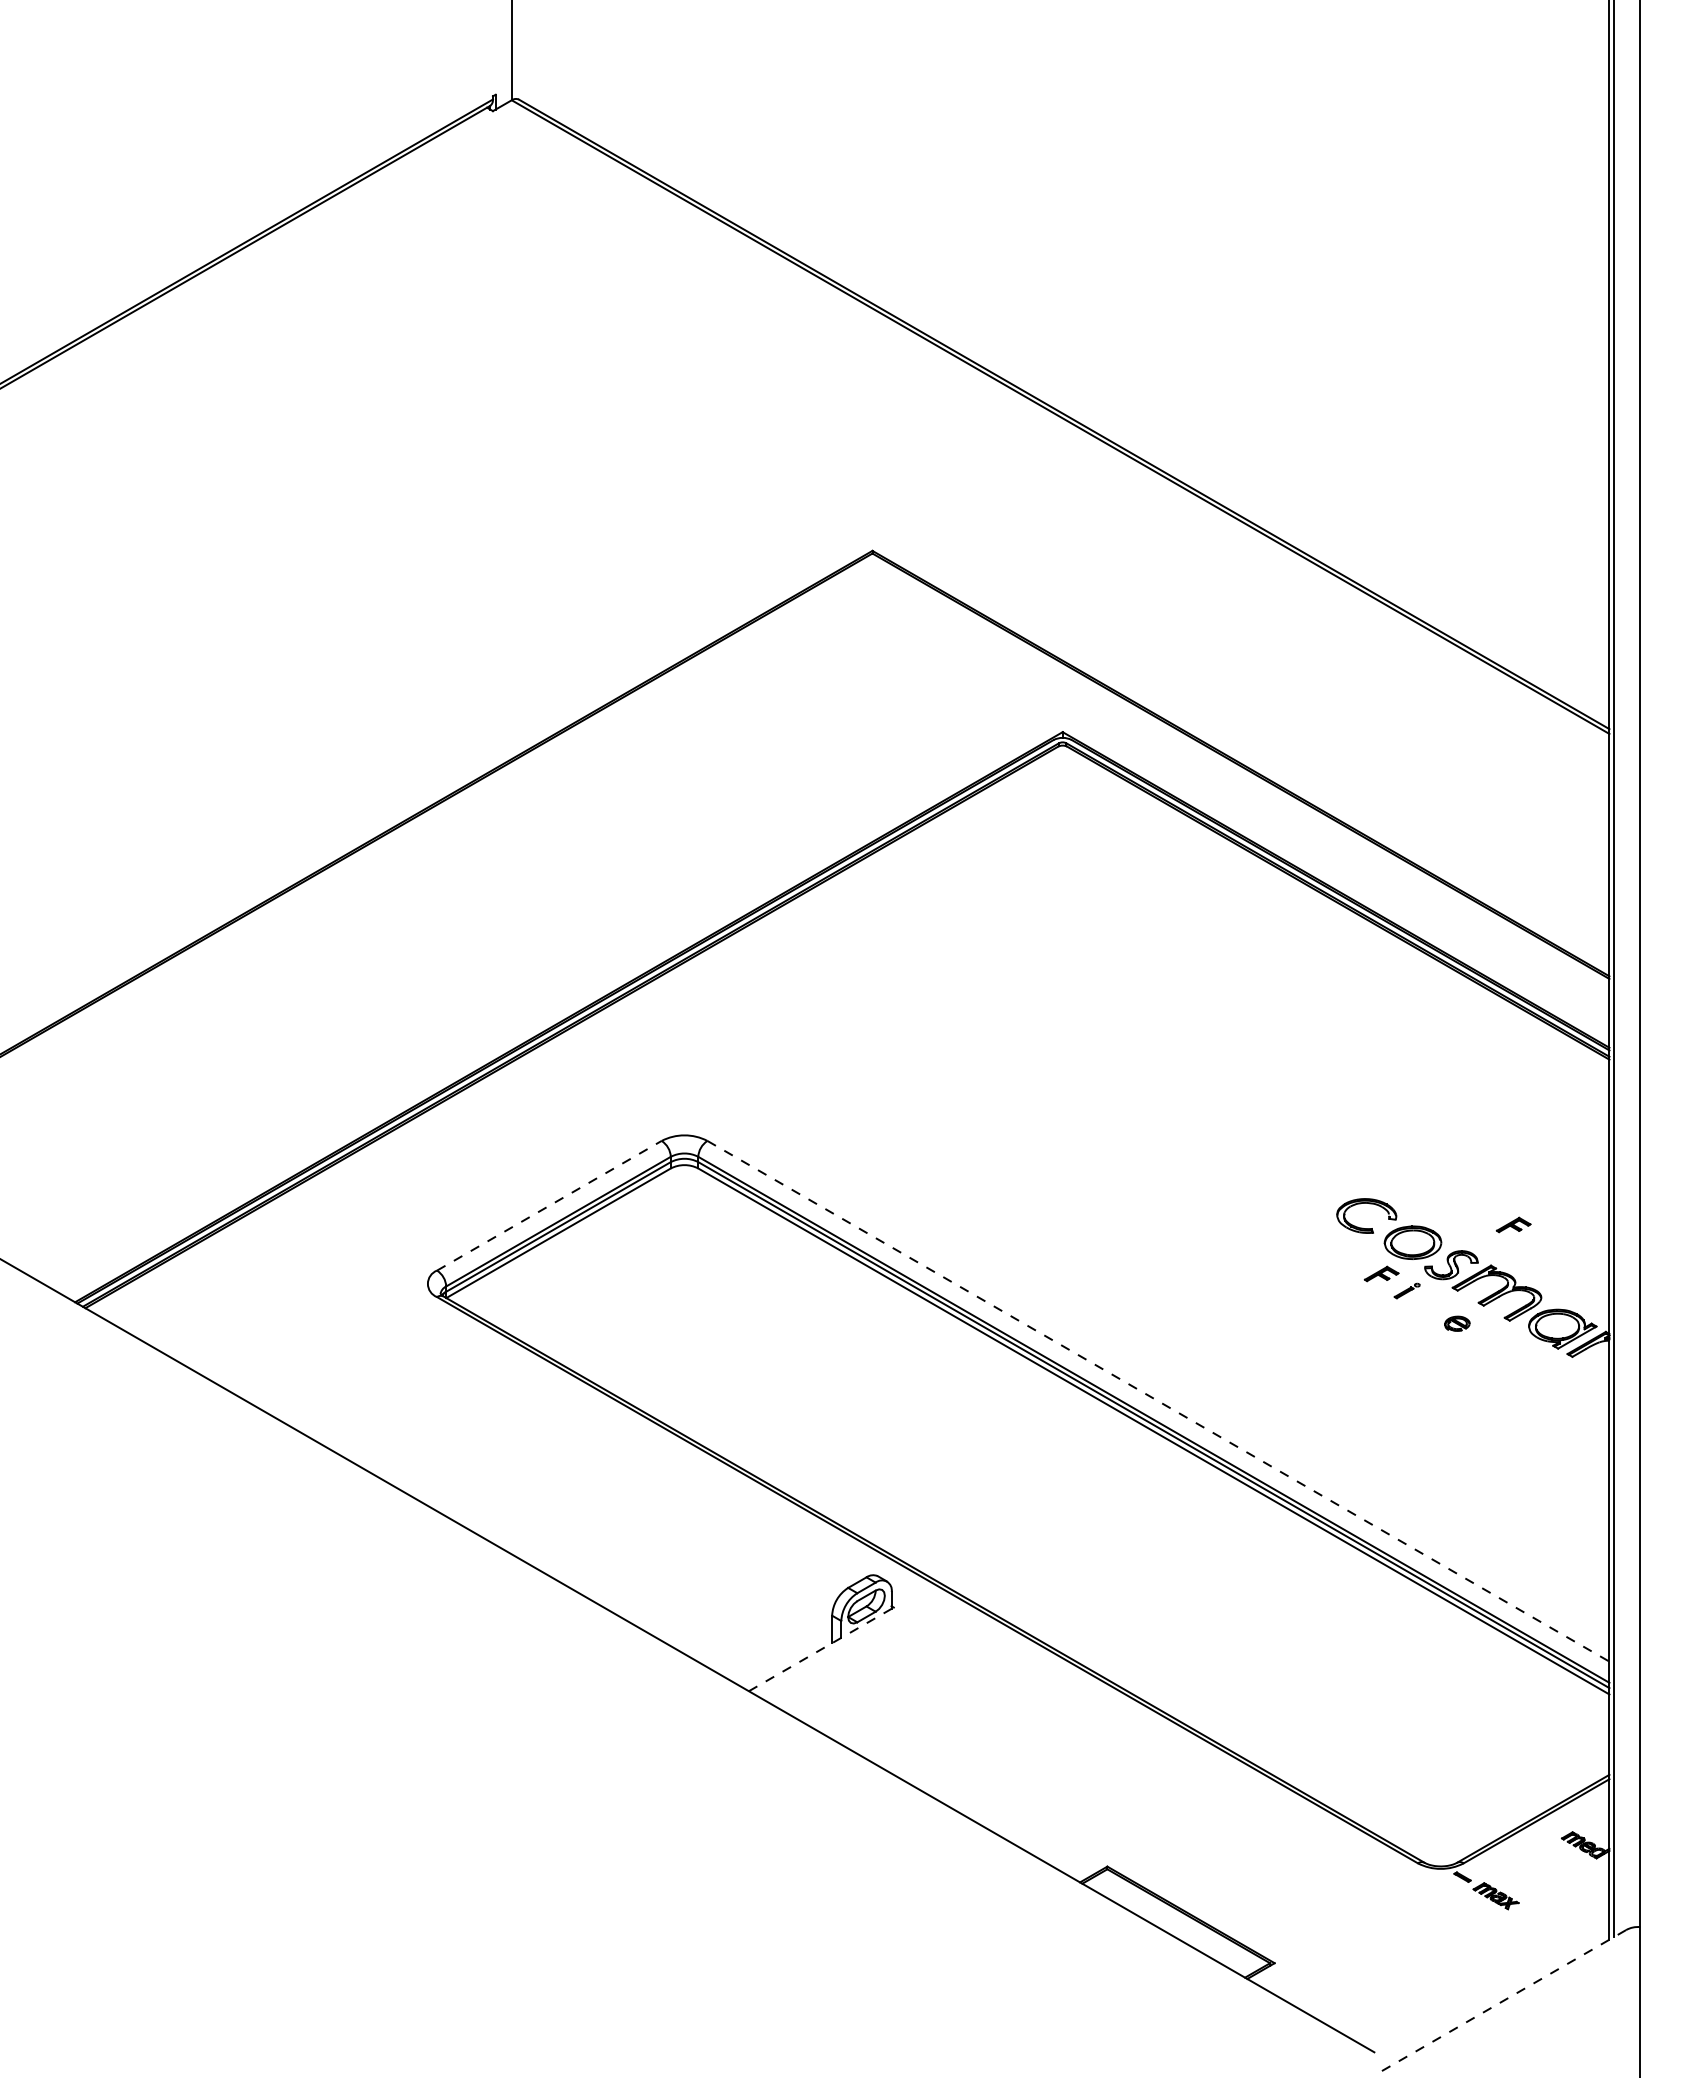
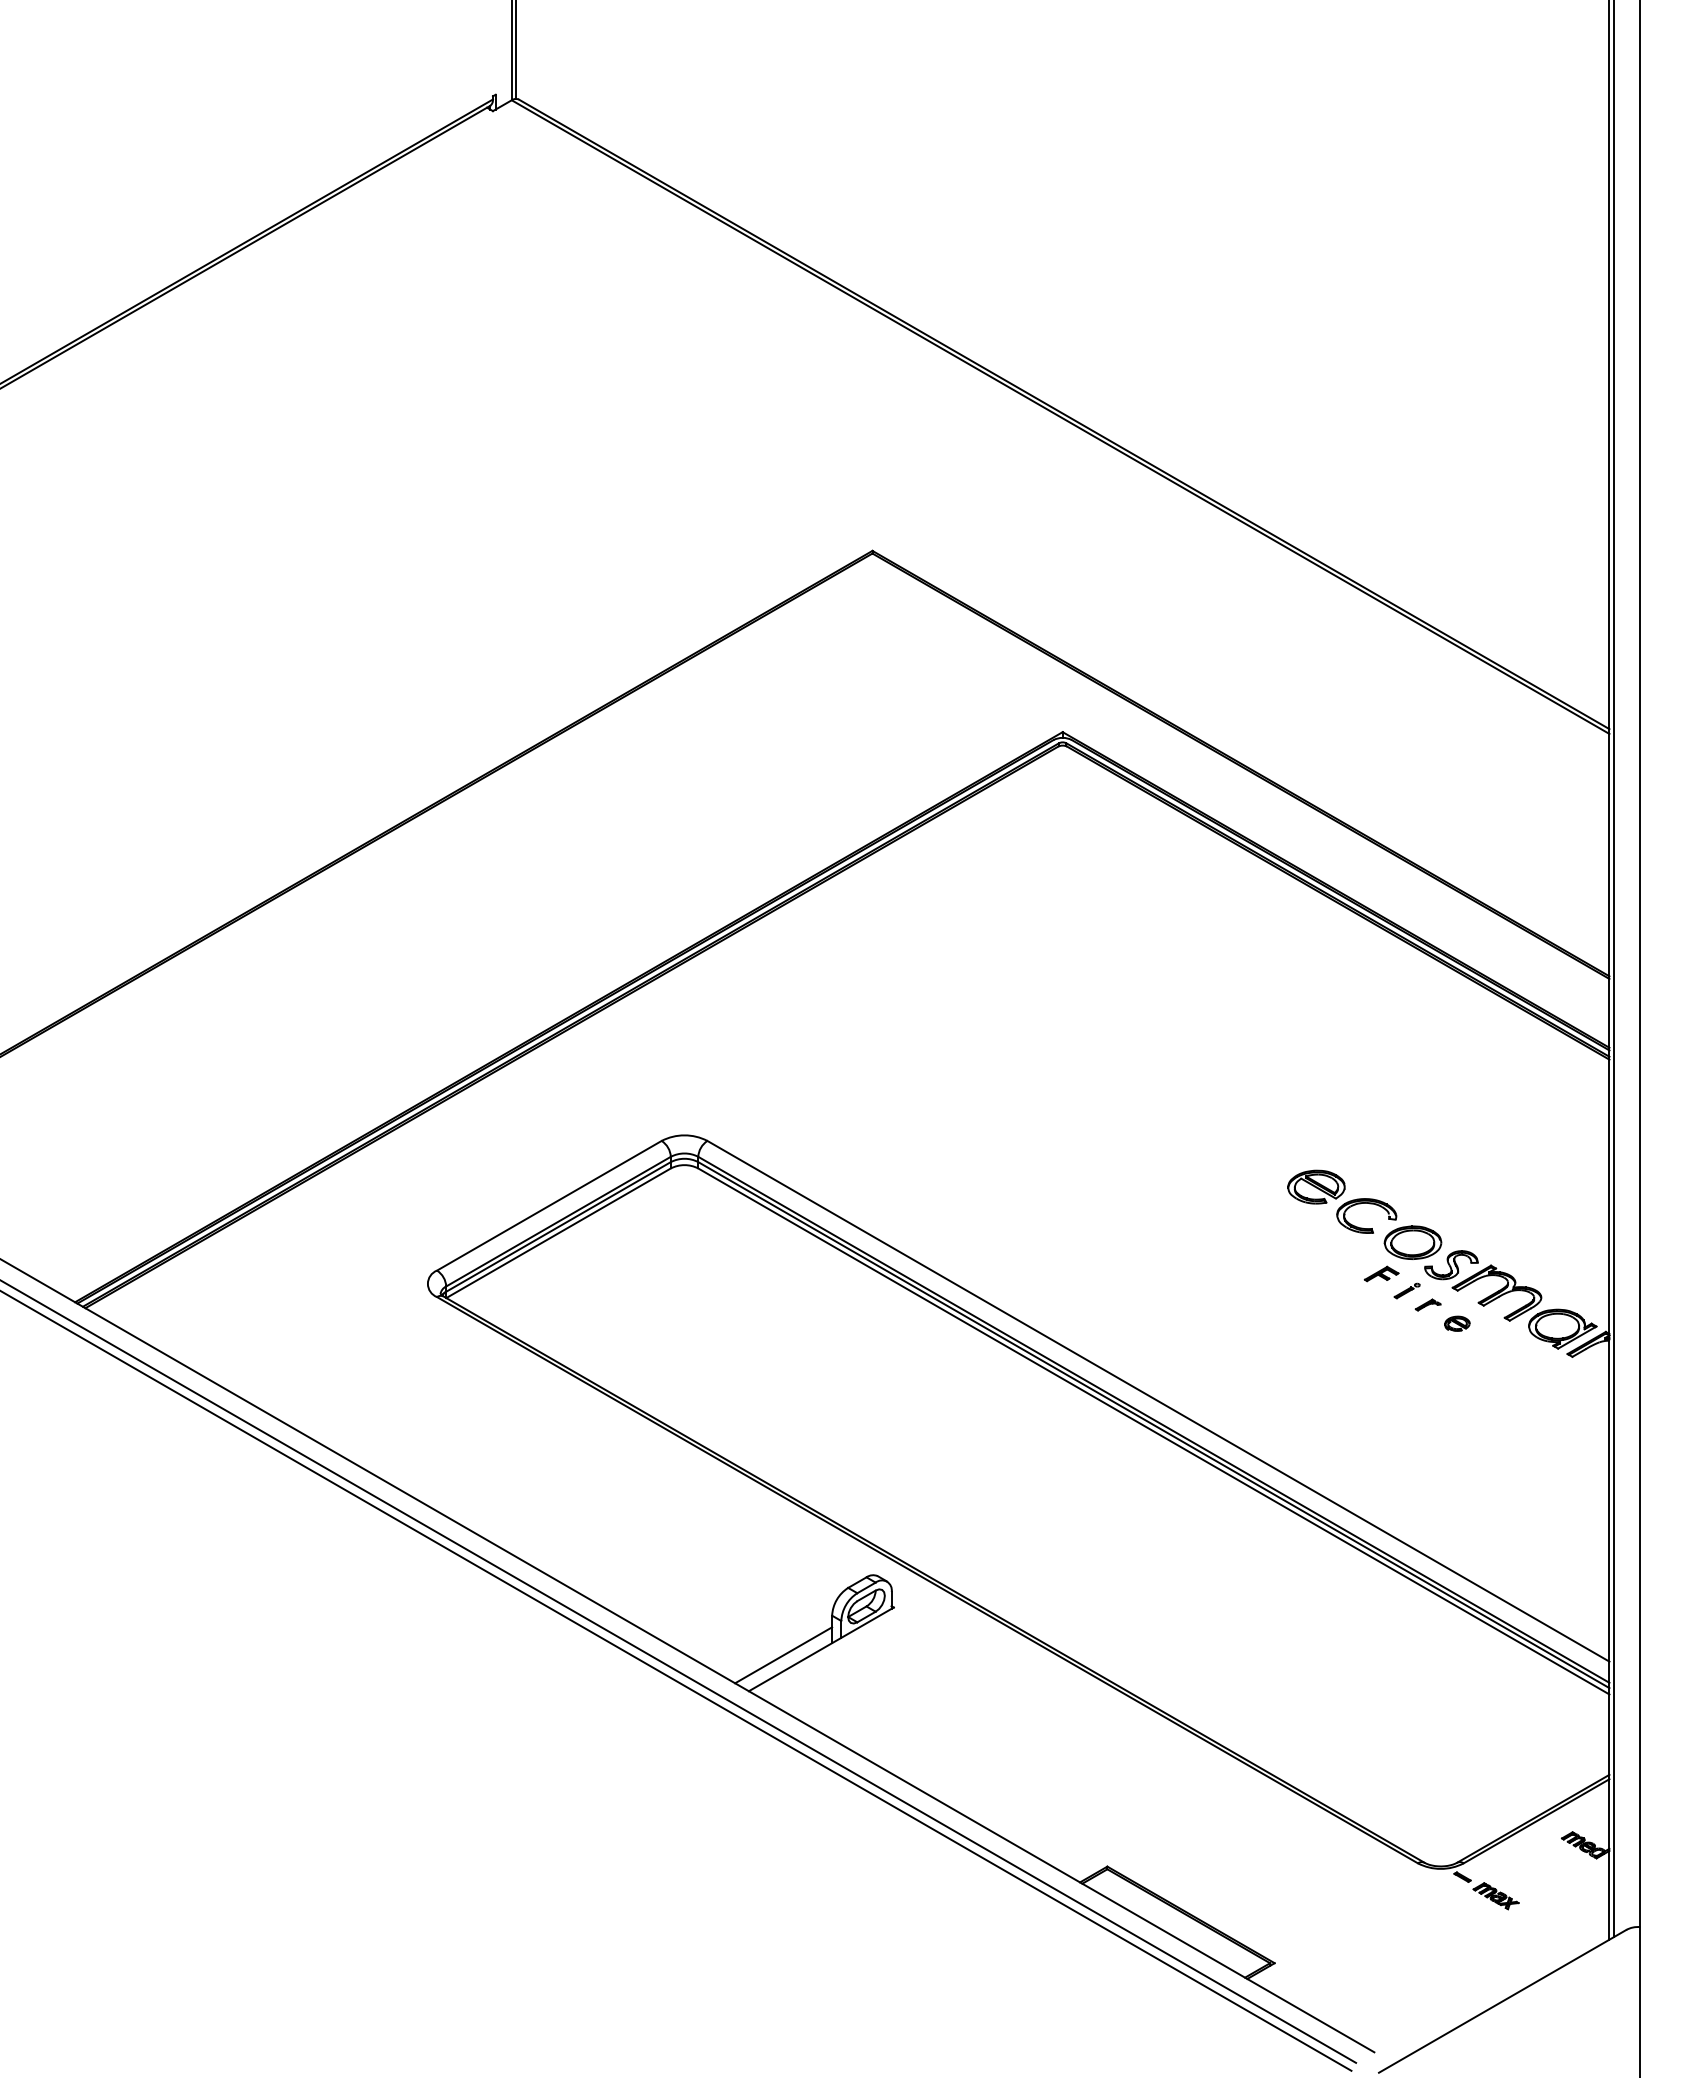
line at (515, 50): none -> present
part at (1316, 1186): none -> present
line at (549, 1205): dashed -> solid
part at (1513, 1224): present -> none
part at (1427, 1304): none -> present
line at (1158, 1401): dashed -> solid
line at (821, 1649): dashed -> solid
line at (783, 1655): none -> present
line at (679, 1671): none -> present
line at (676, 1680): none -> present
line at (1502, 2001): dashed -> solid
